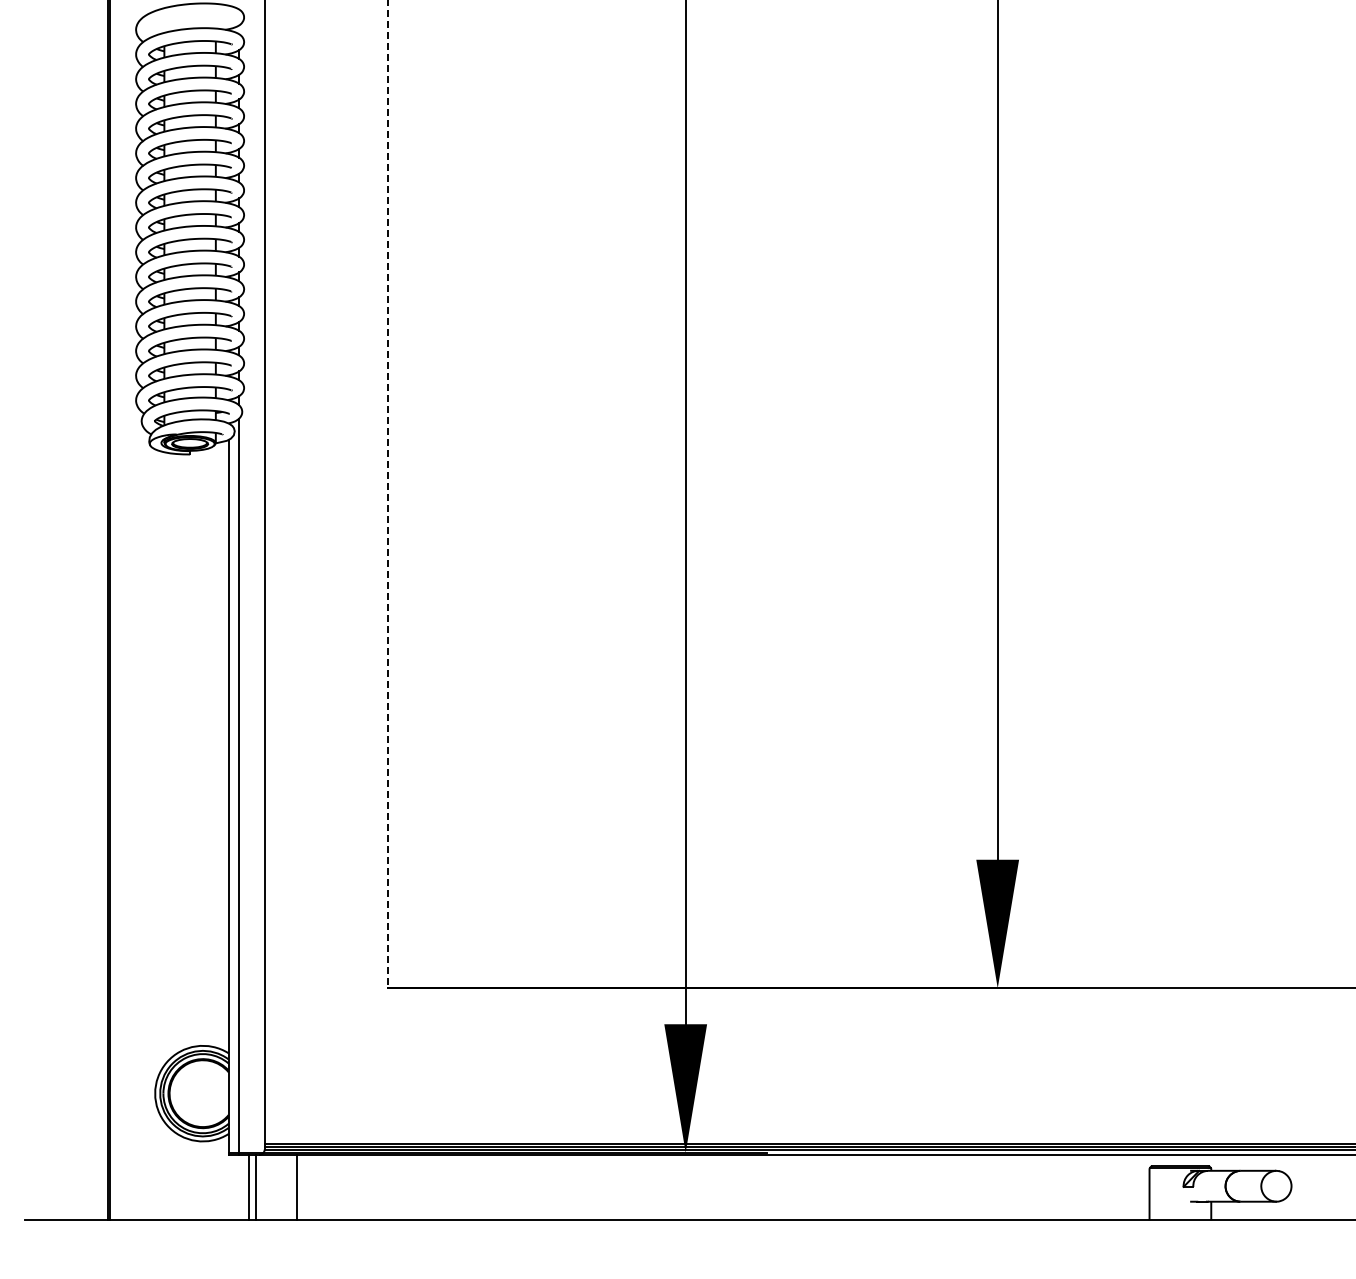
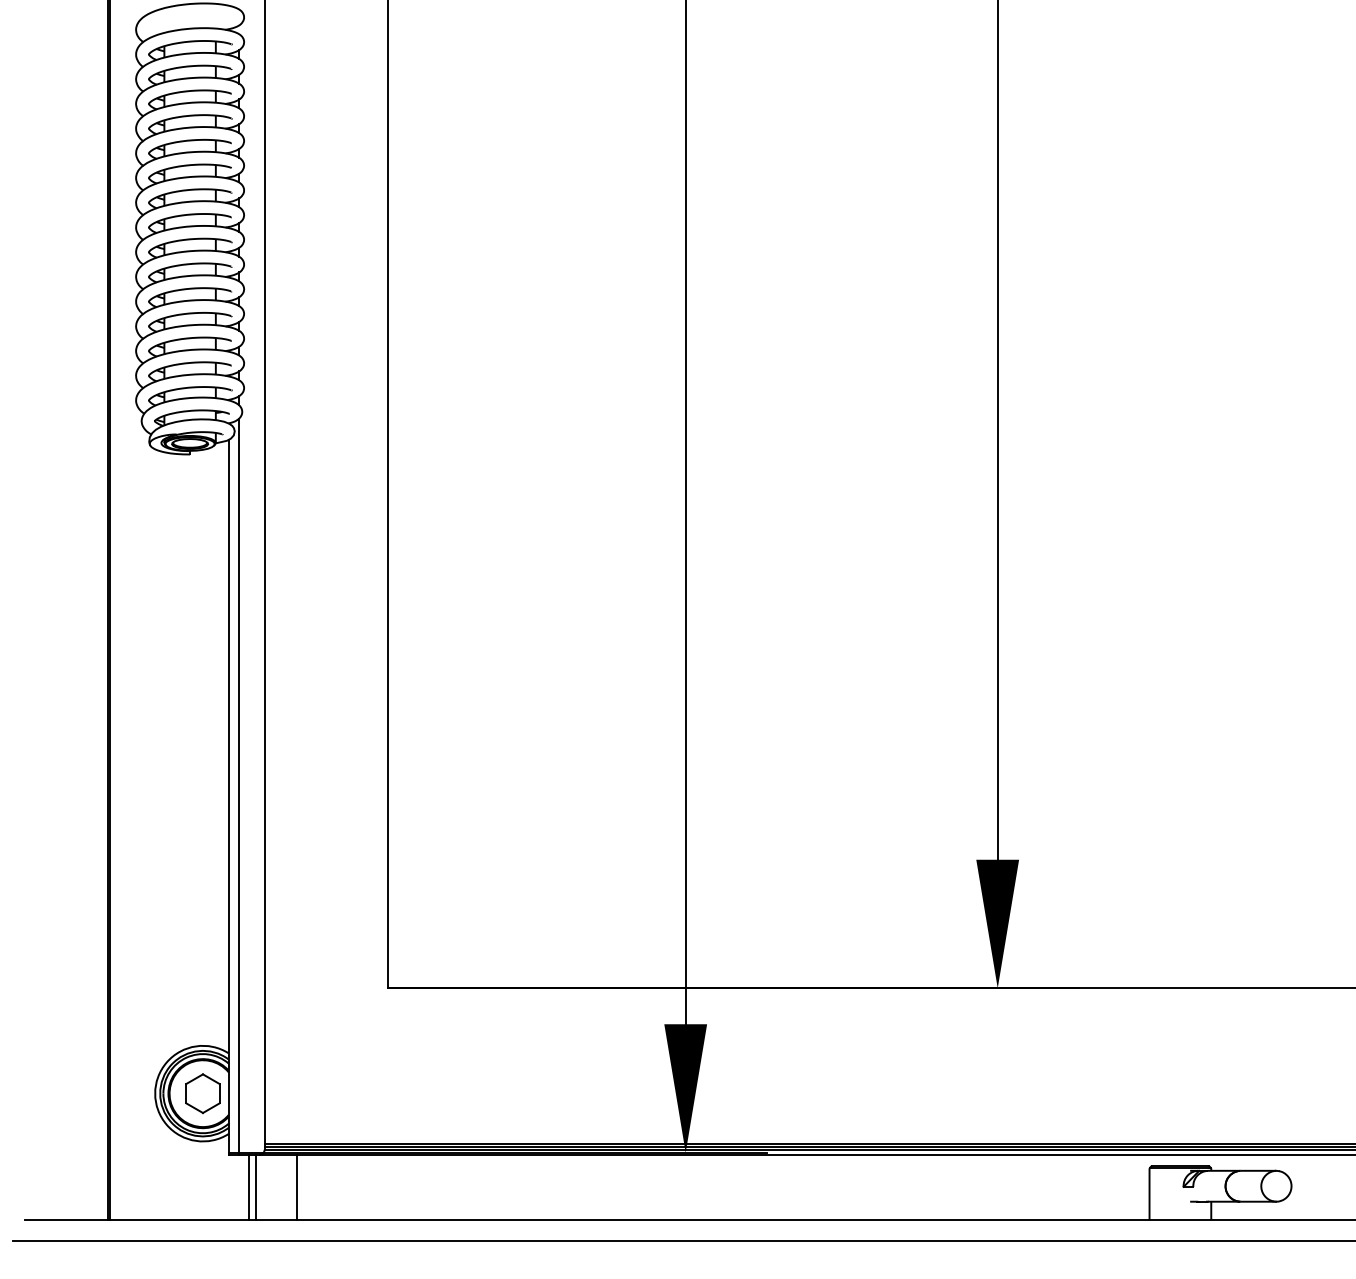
line at (388, 494): dashed -> solid
part at (202, 1093): none -> present
line at (682, 1240): none -> present
